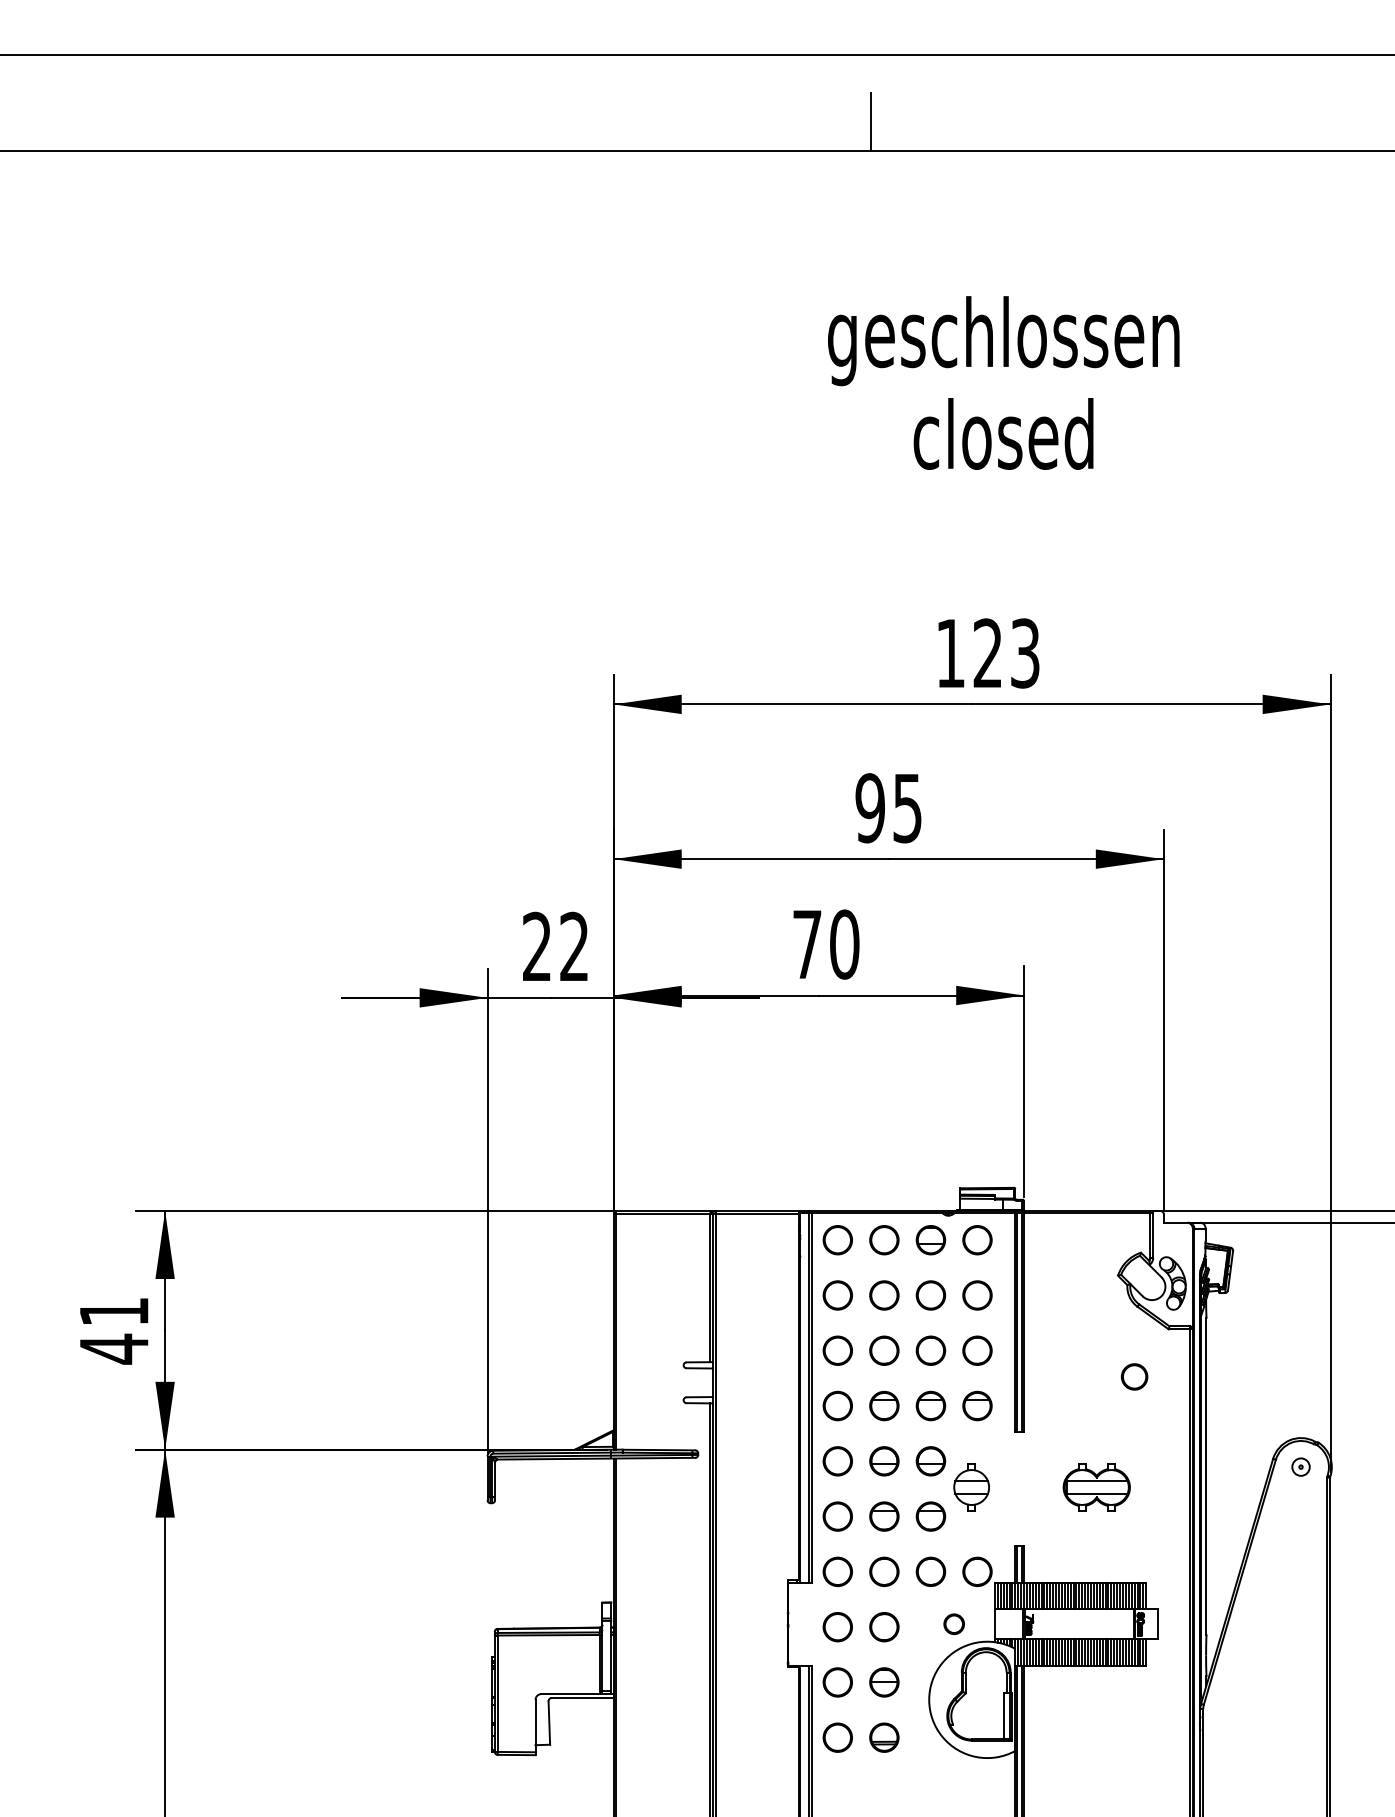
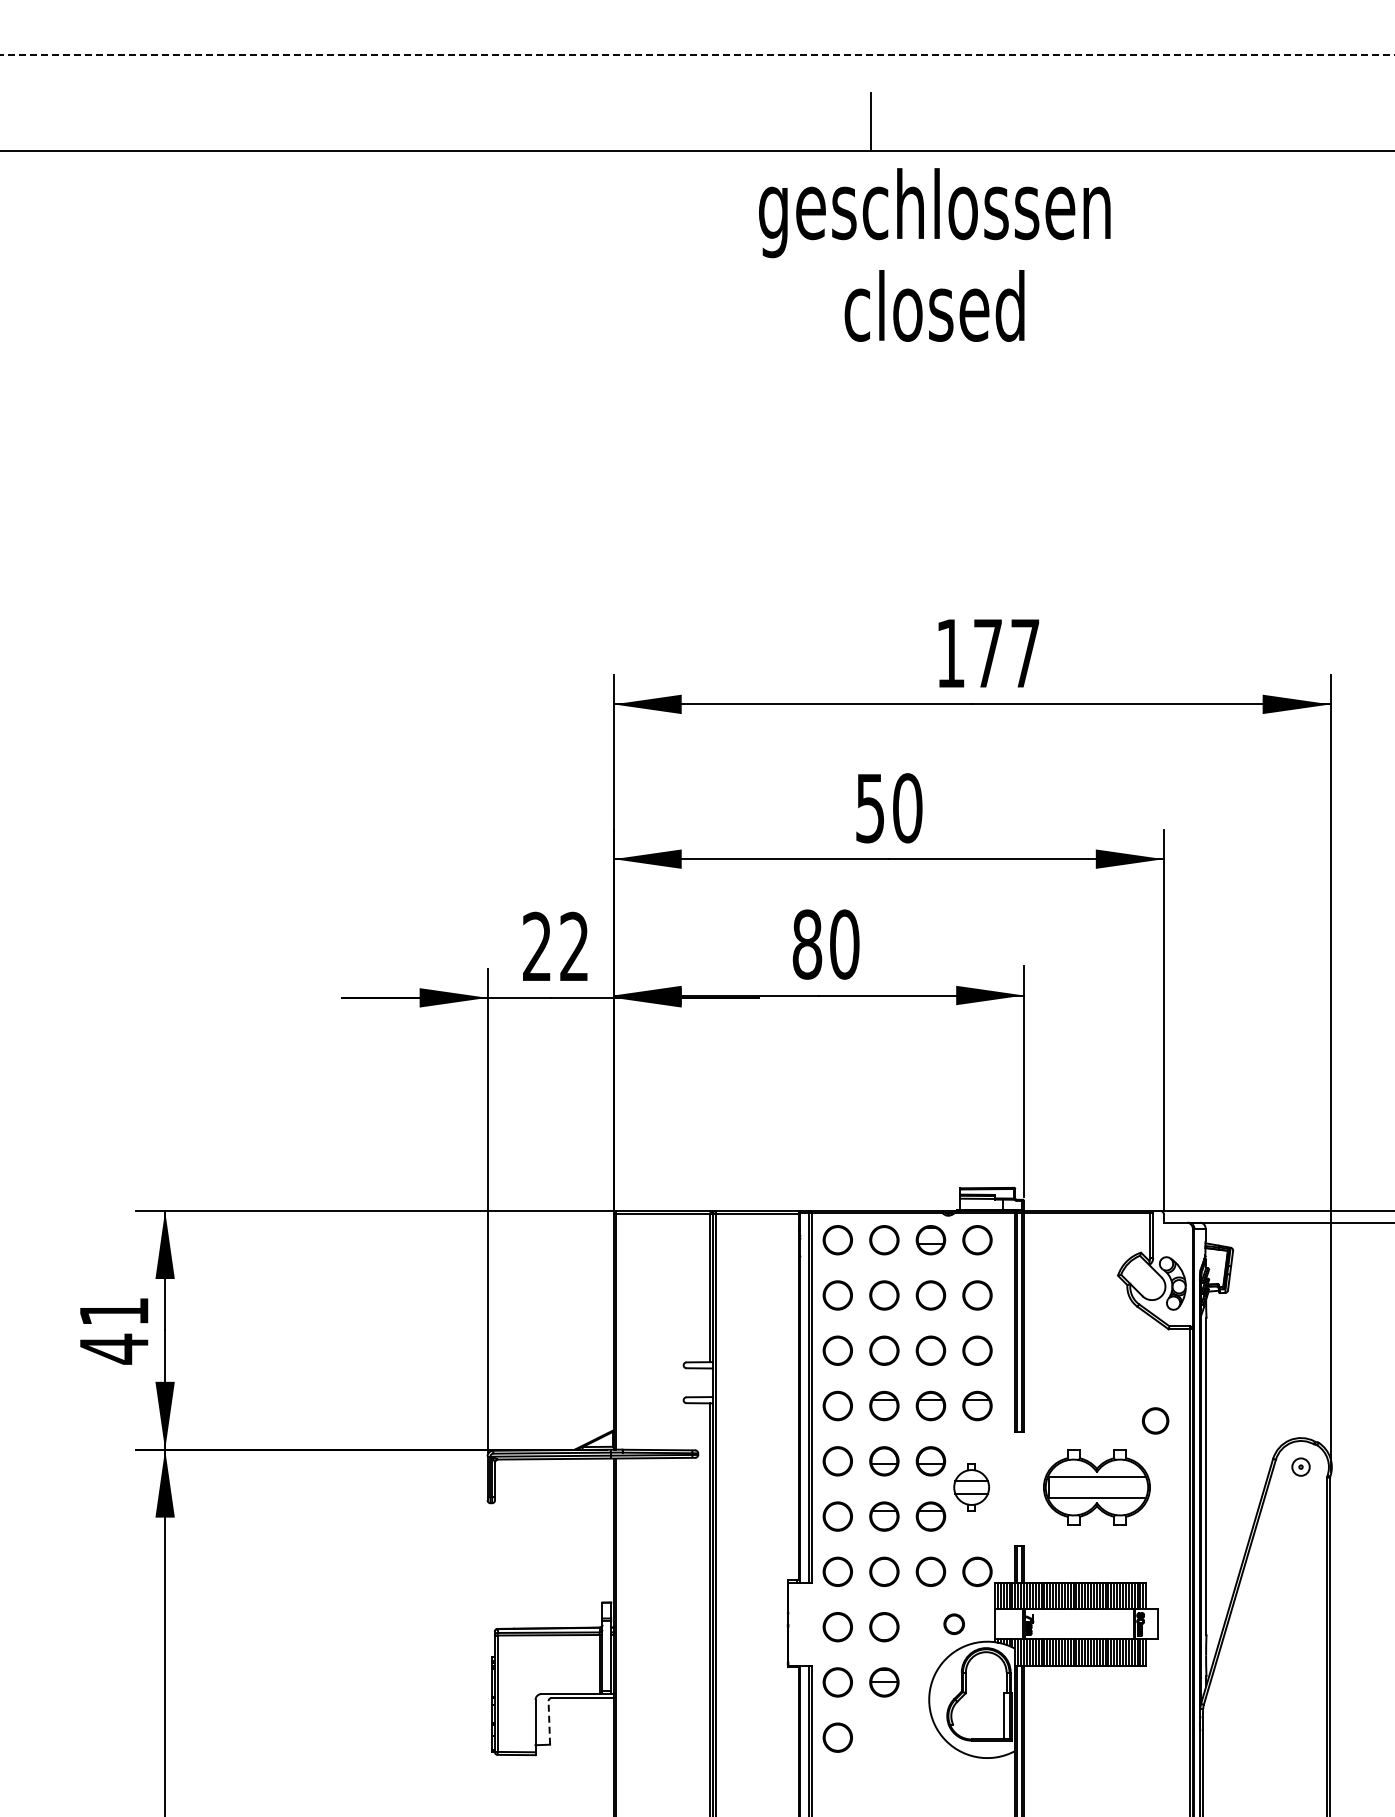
line at (697, 54): solid -> dashed
text at (1003, 382) position: (1003, 382) -> (934, 254)
text at (1006, 653): 123 -> 177
text at (888, 808): 95 -> 50
text at (807, 944): 70 -> 80
part at (1134, 1376) position: (1134, 1376) -> (1155, 1420)
part at (1096, 1487) size: 69x49 px -> 108x77 px
line at (549, 1722): solid -> dashed
part at (884, 1737): present -> none
